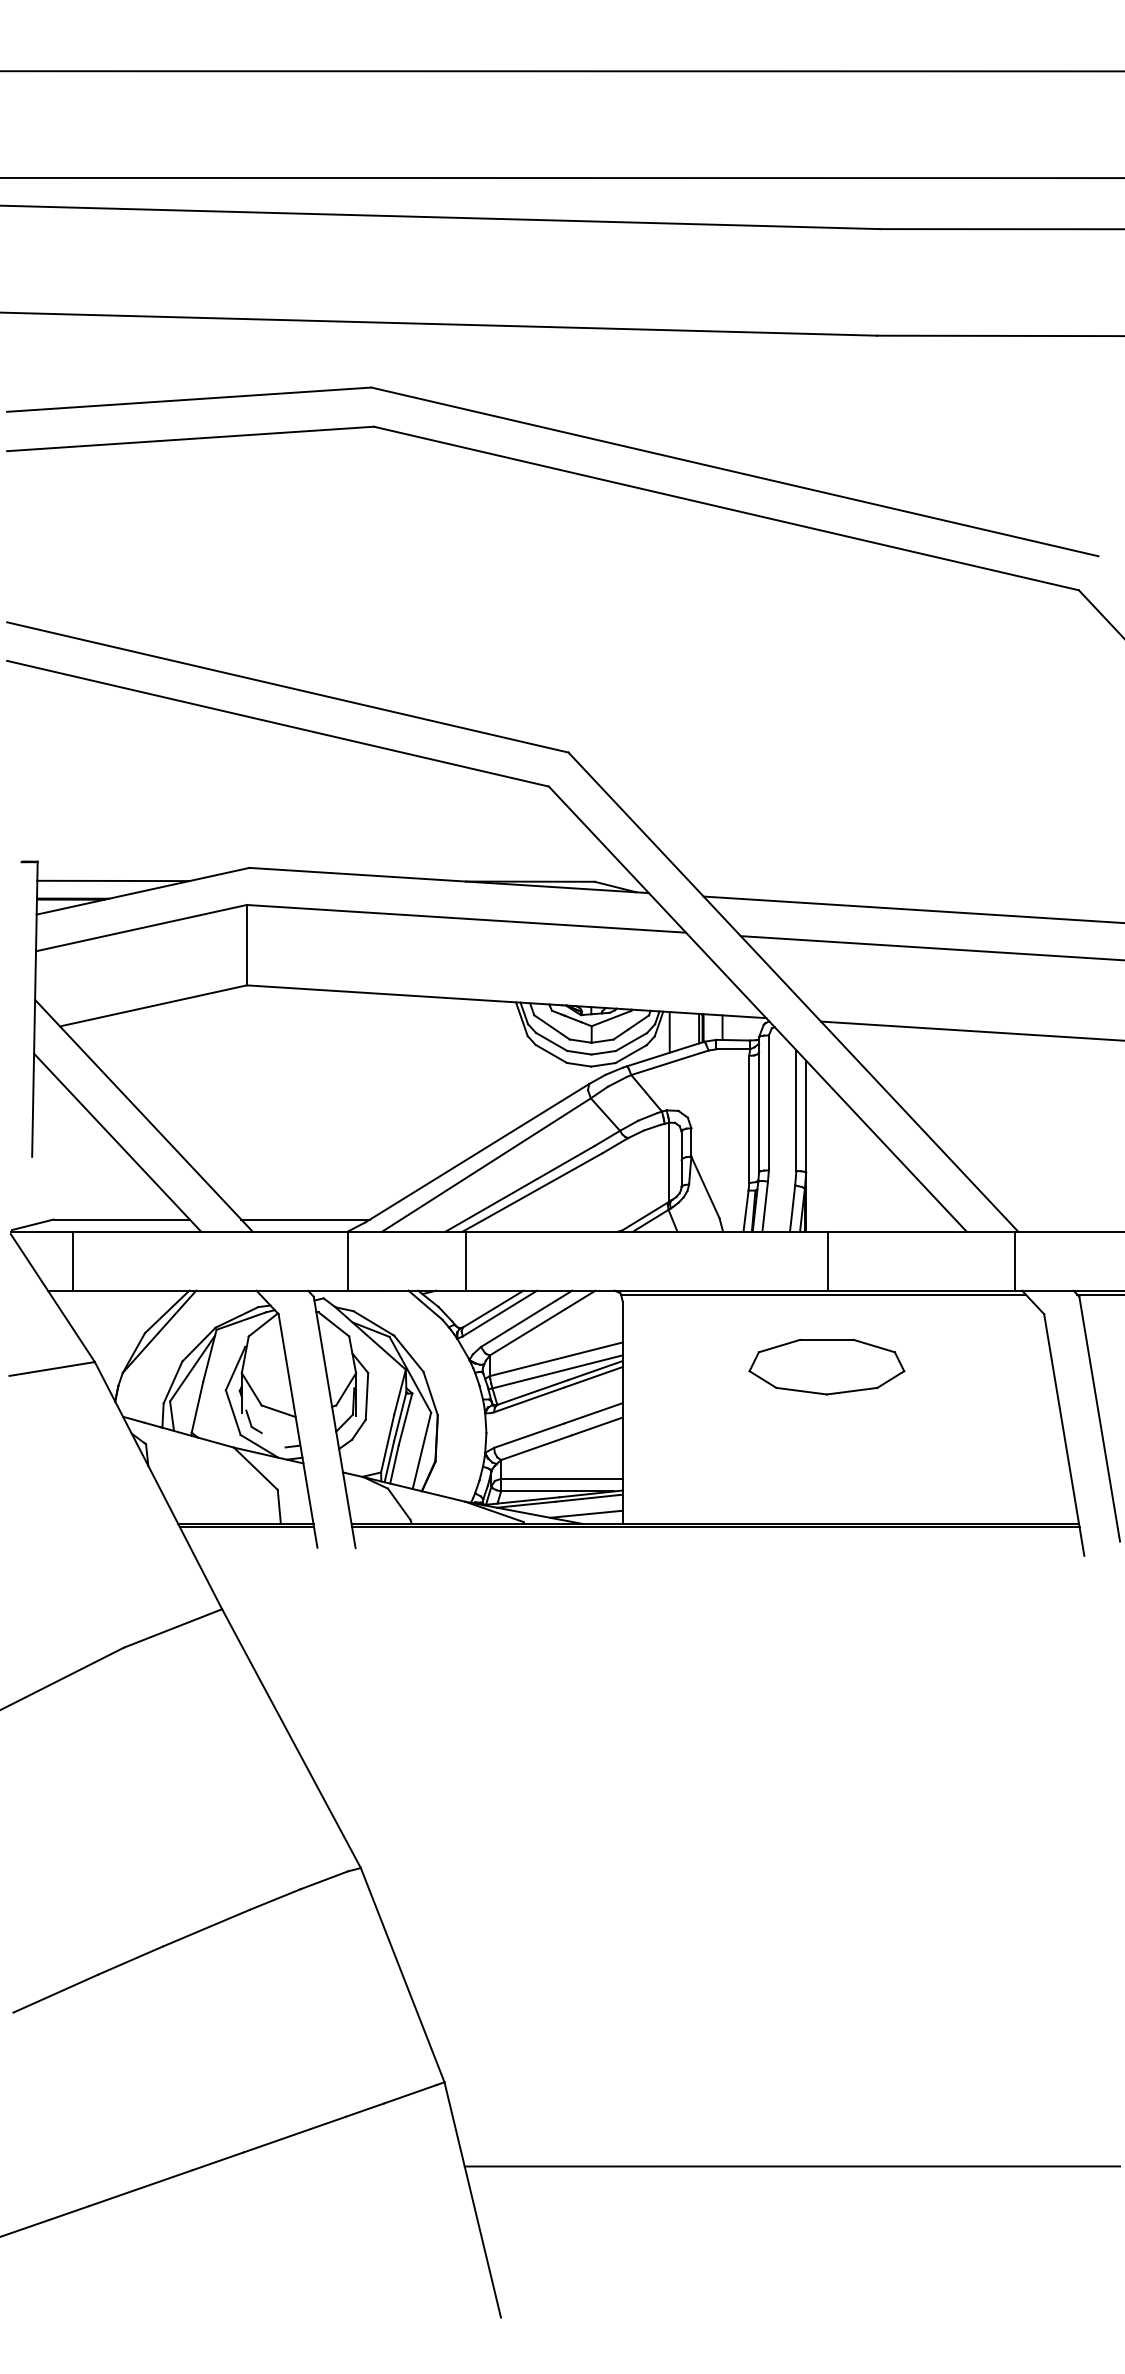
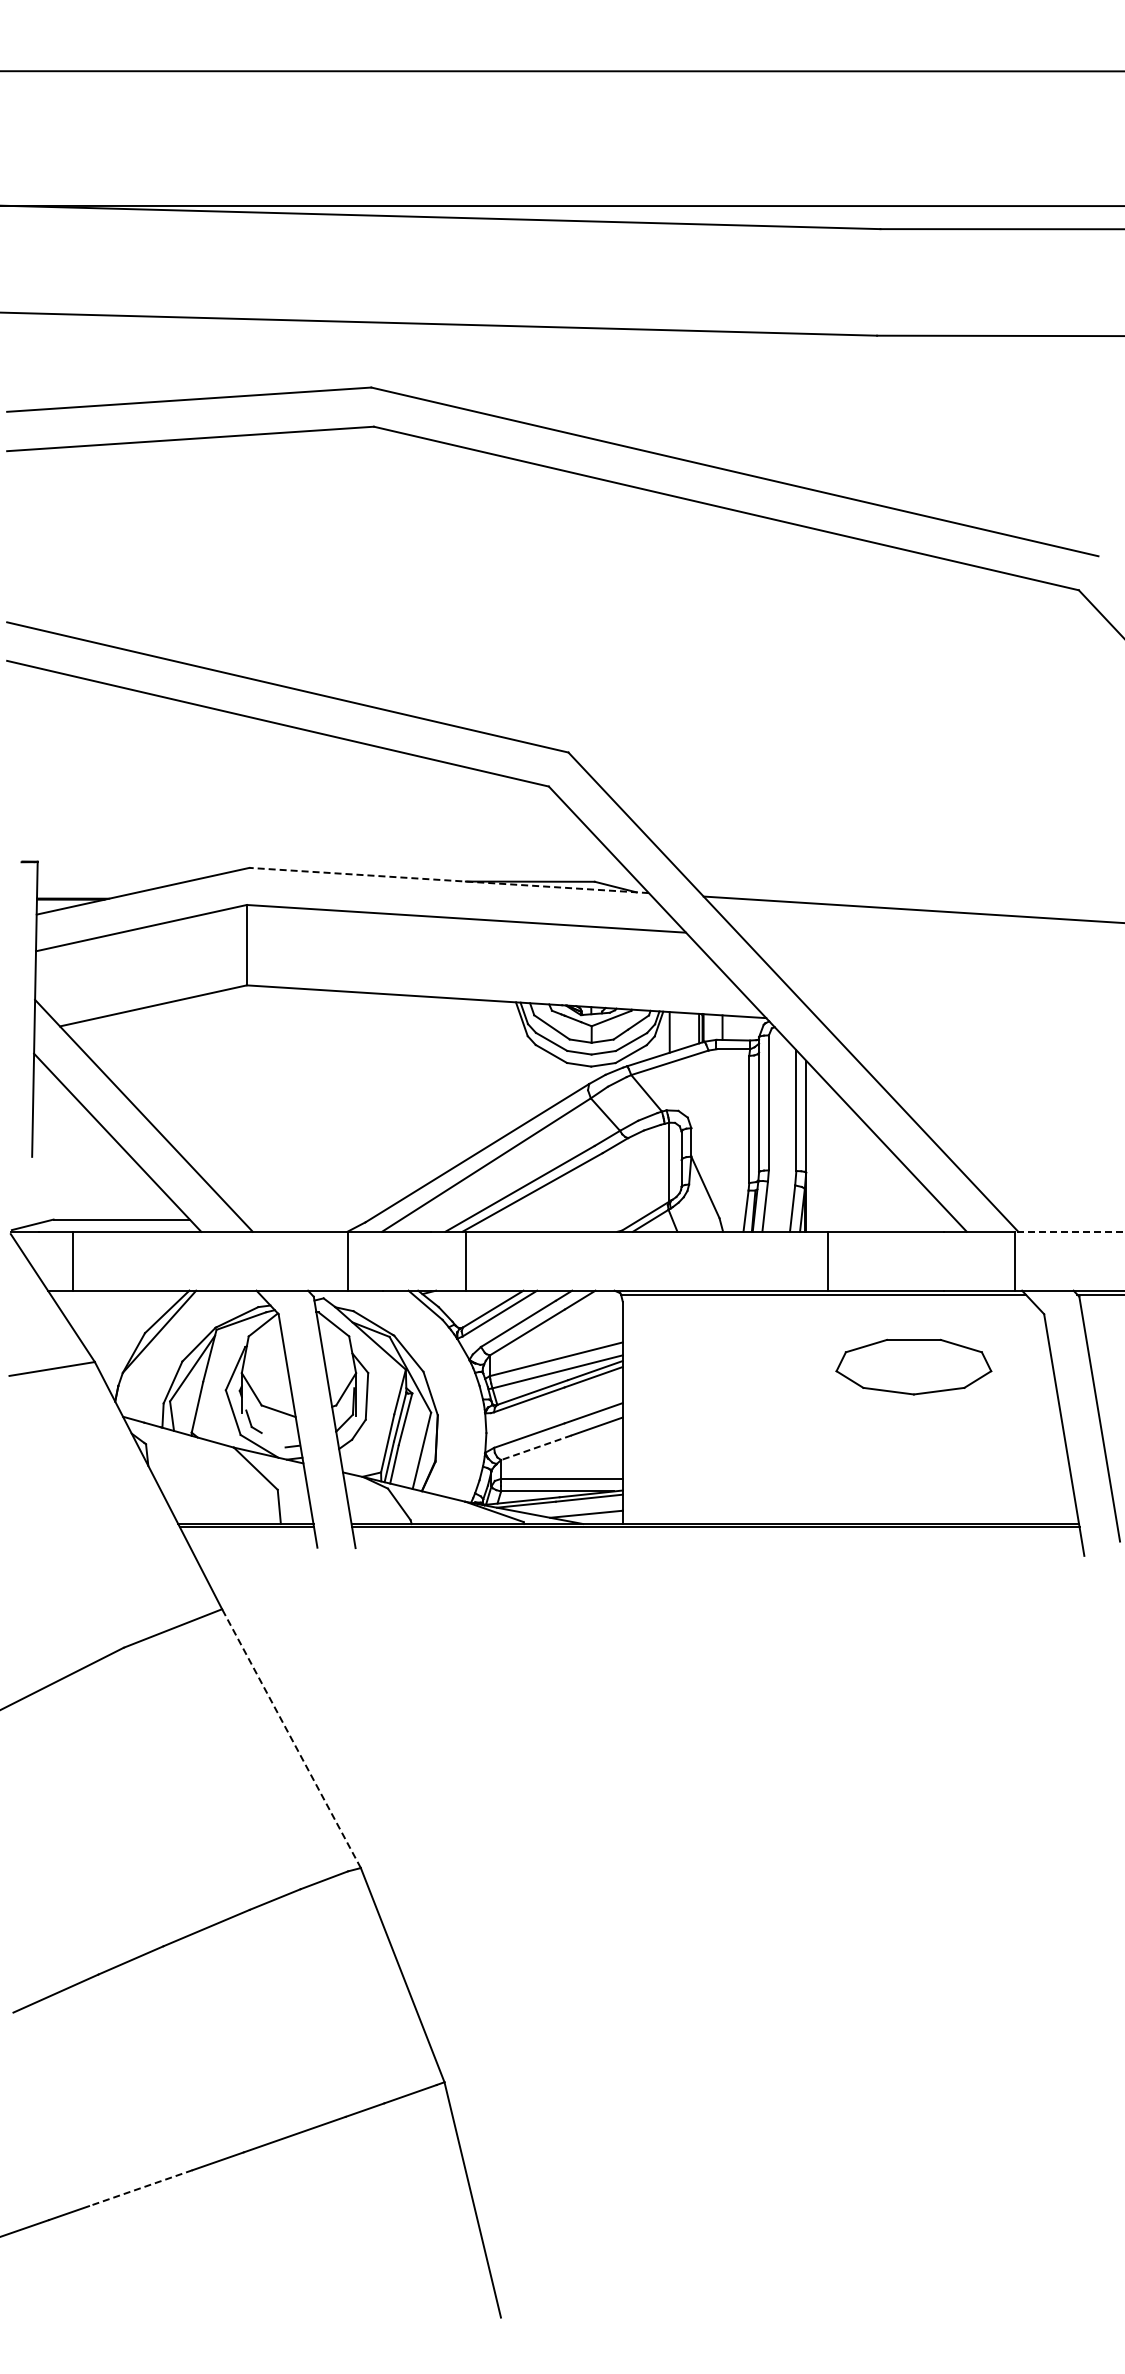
line at (561, 177) position: (561, 177) -> (561, 205)
line at (113, 880): present -> none
line at (448, 880): solid -> dashed
line at (930, 948): present -> none
line at (971, 1030): present -> none
line at (305, 1219): present -> none
line at (1070, 1231): solid -> dashed
part at (826, 1366) position: (826, 1366) -> (913, 1366)
line at (535, 1447): solid -> dashed
line at (291, 1738): solid -> dashed
line at (792, 2166): present -> none
line at (140, 2188): solid -> dashed
